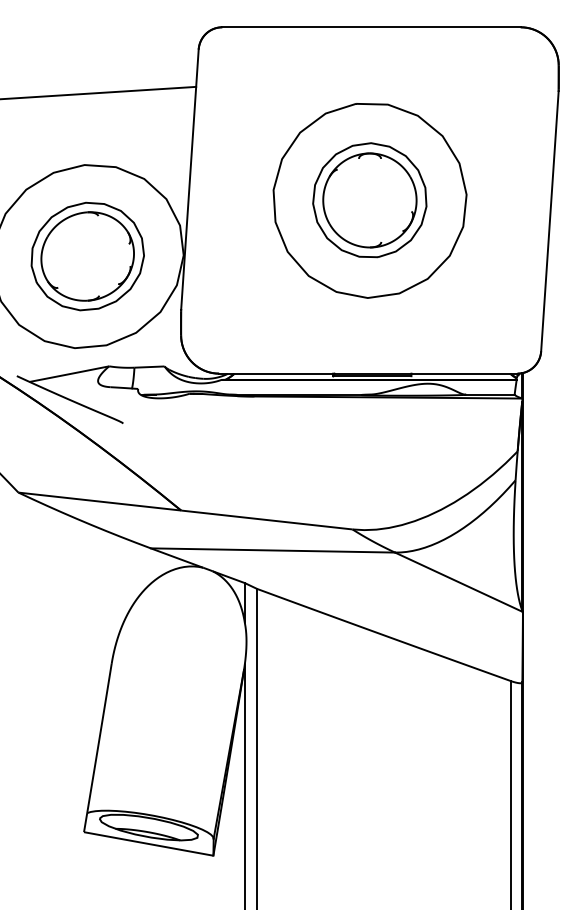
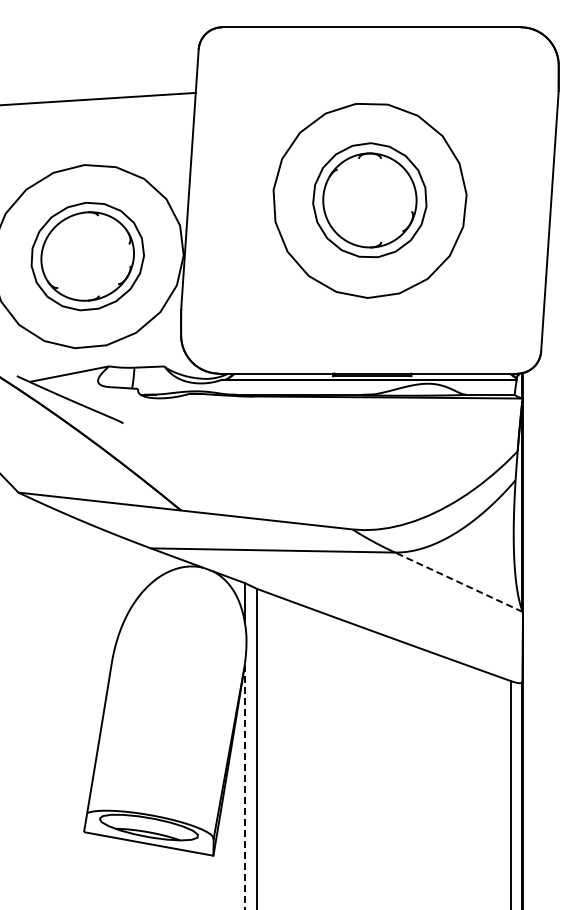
line at (99, 92) position: (99, 92) -> (99, 98)
line at (458, 582): solid -> dashed
line at (244, 786): solid -> dashed
